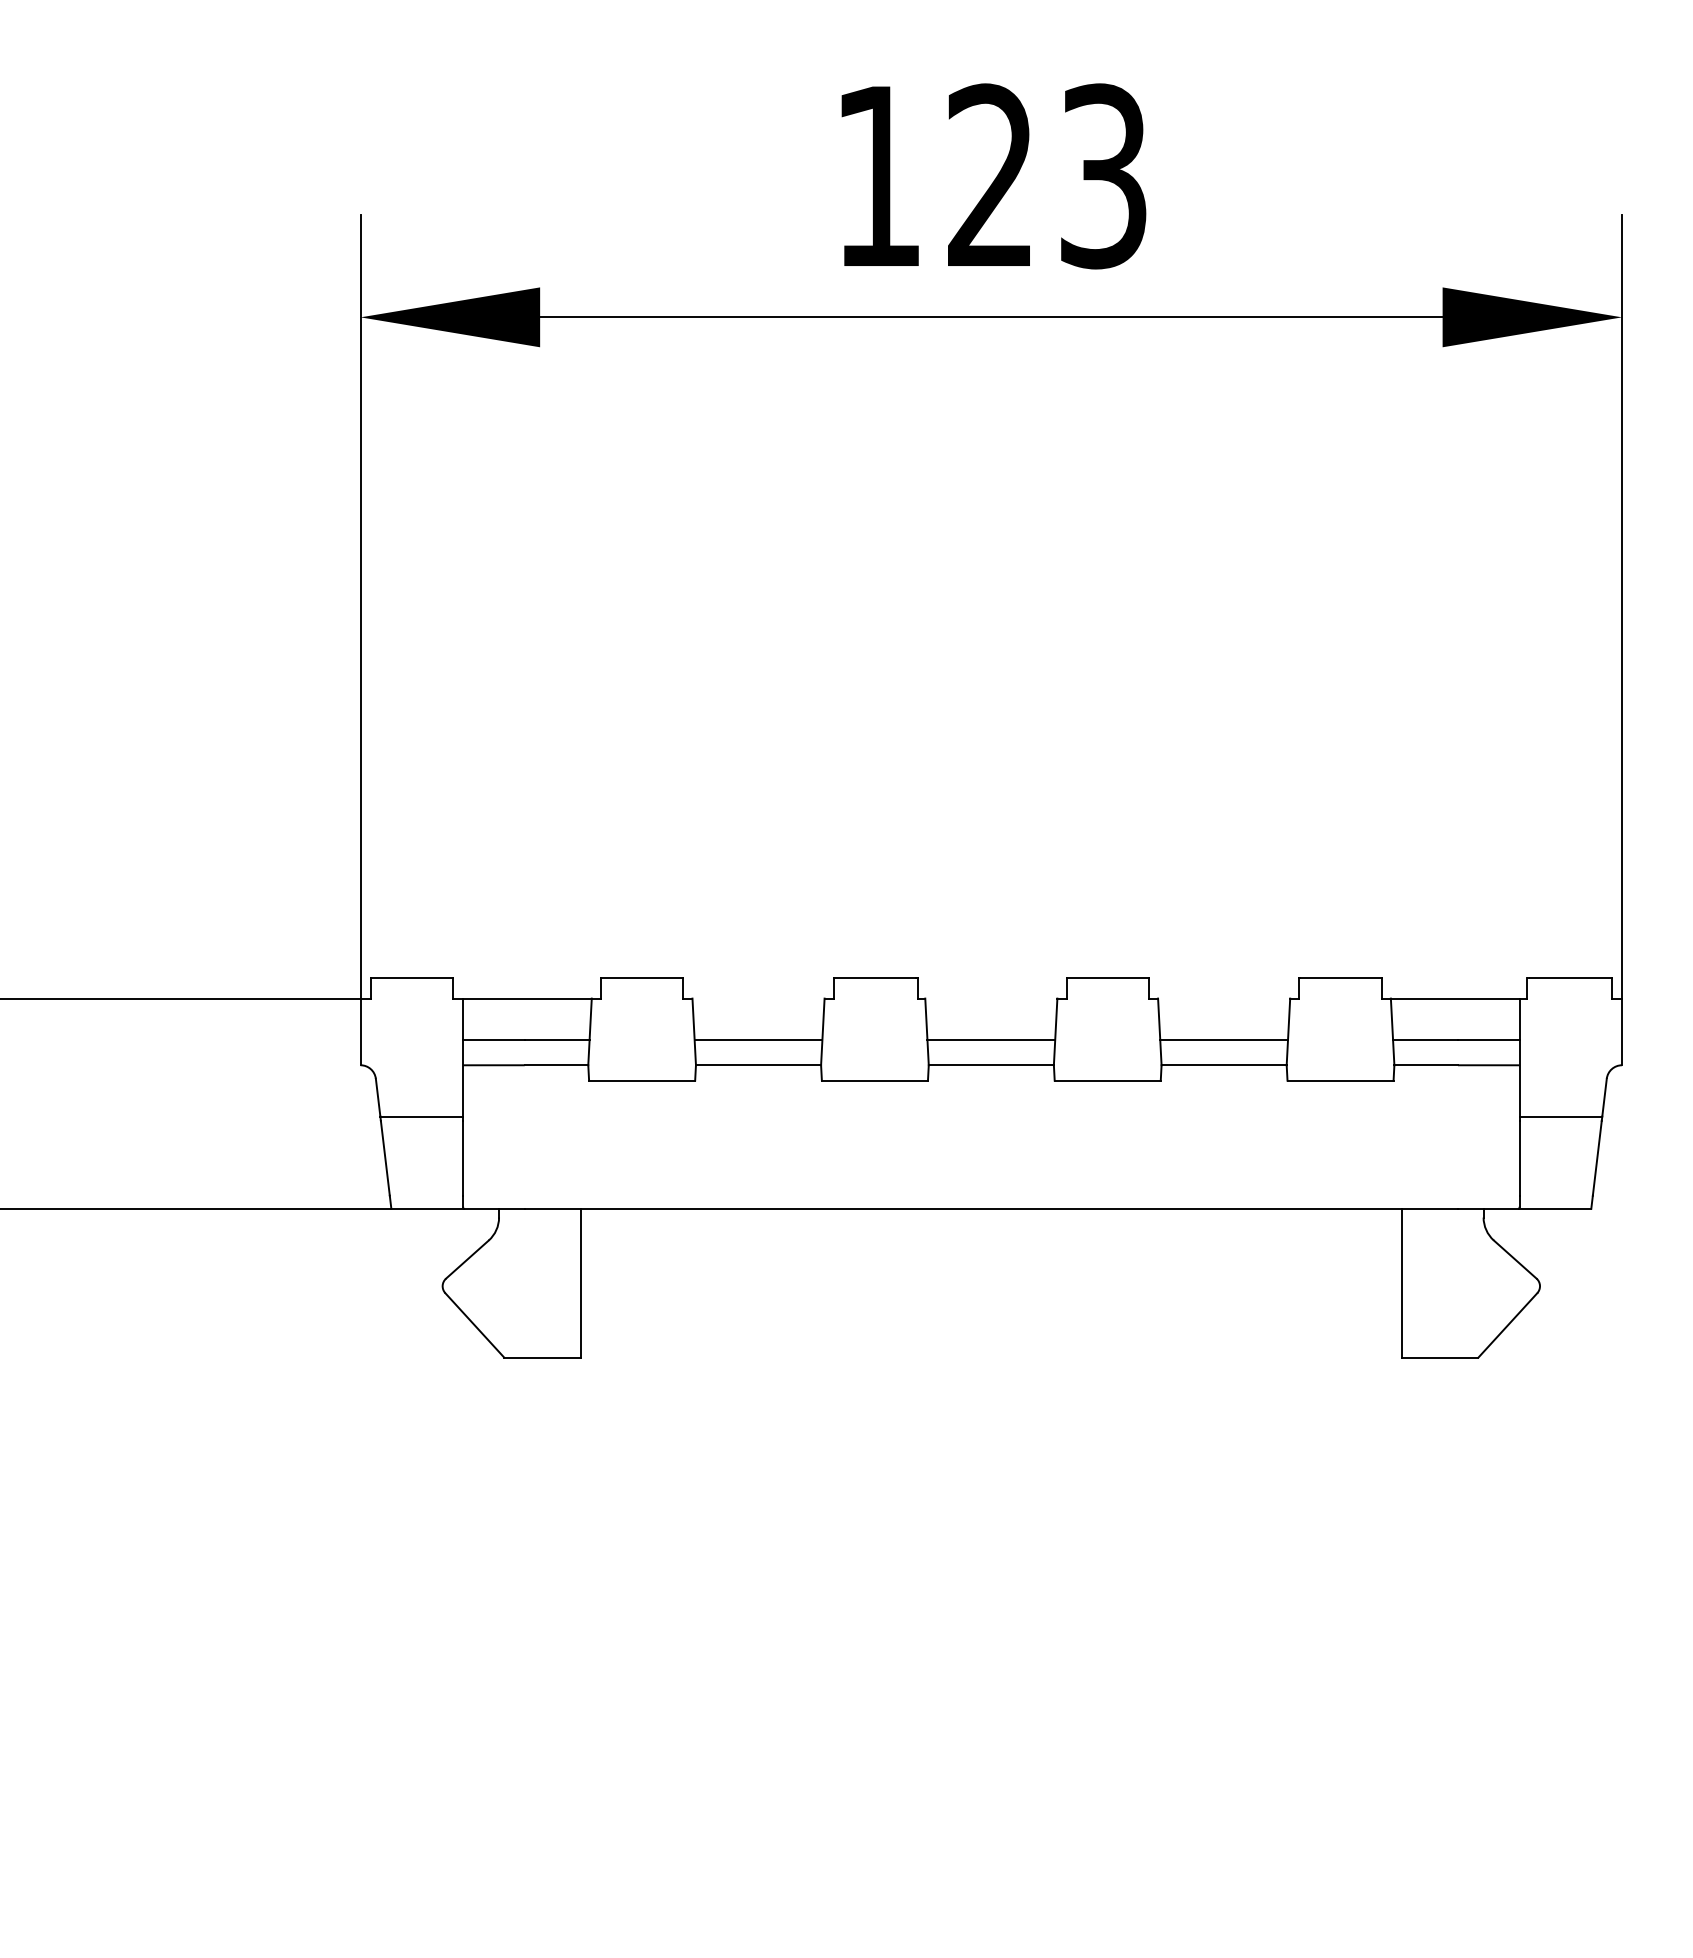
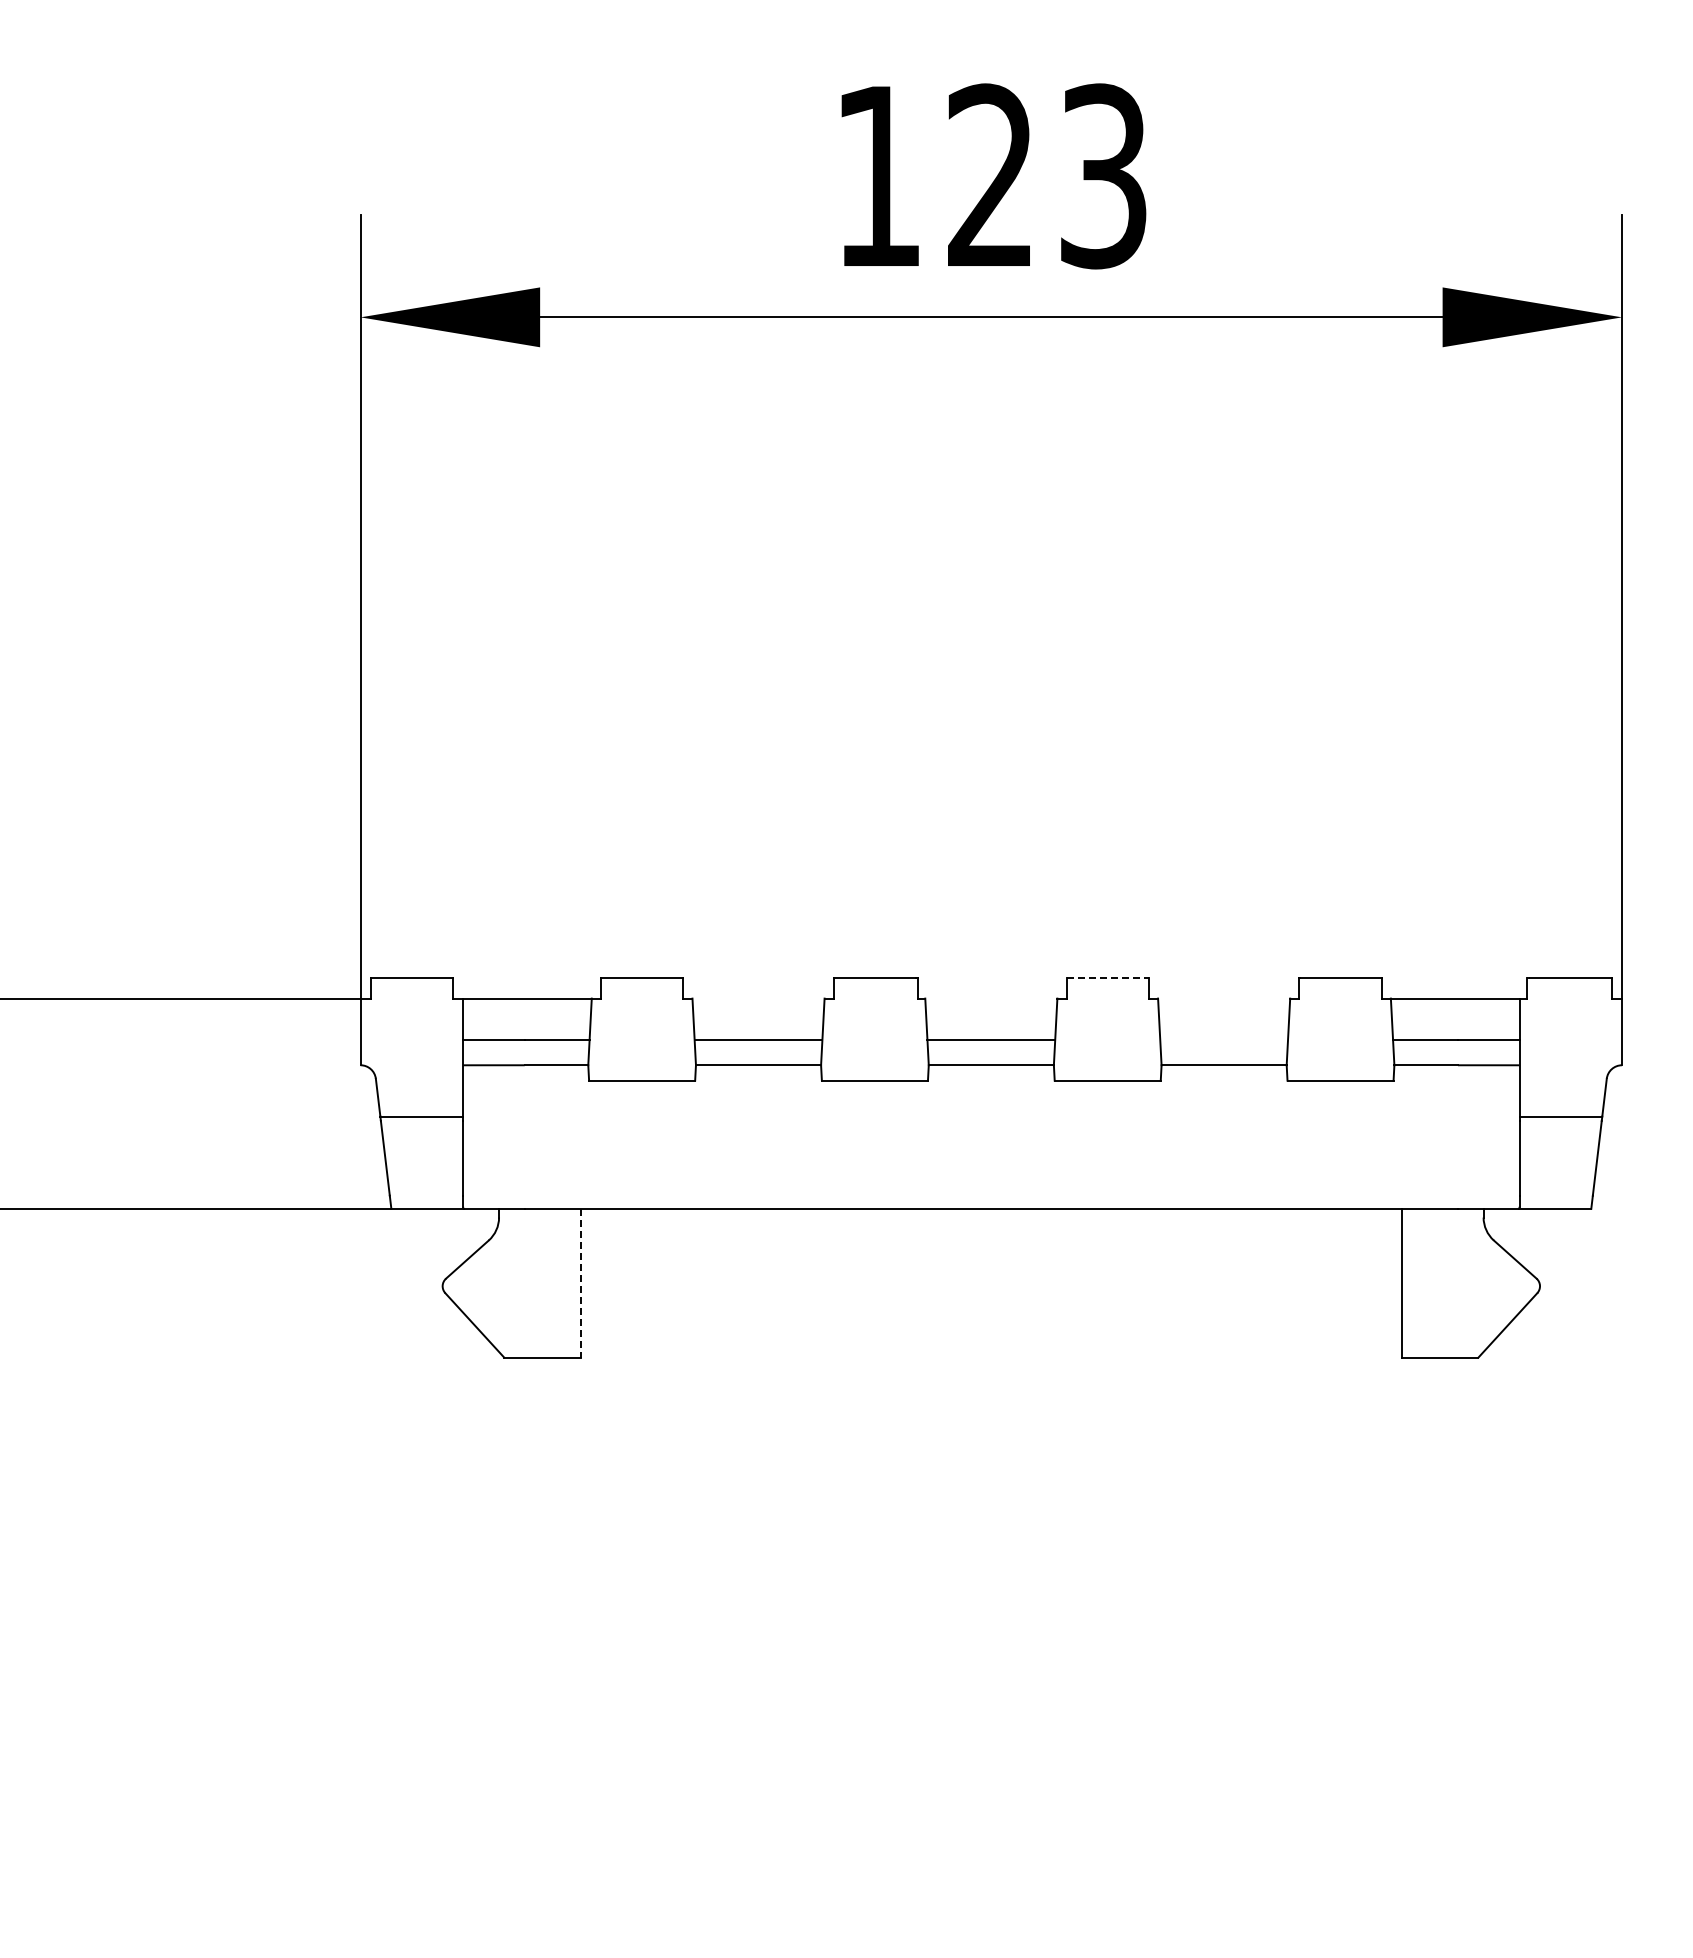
line at (1108, 978): solid -> dashed
line at (1224, 1039): present -> none
line at (581, 1283): solid -> dashed
